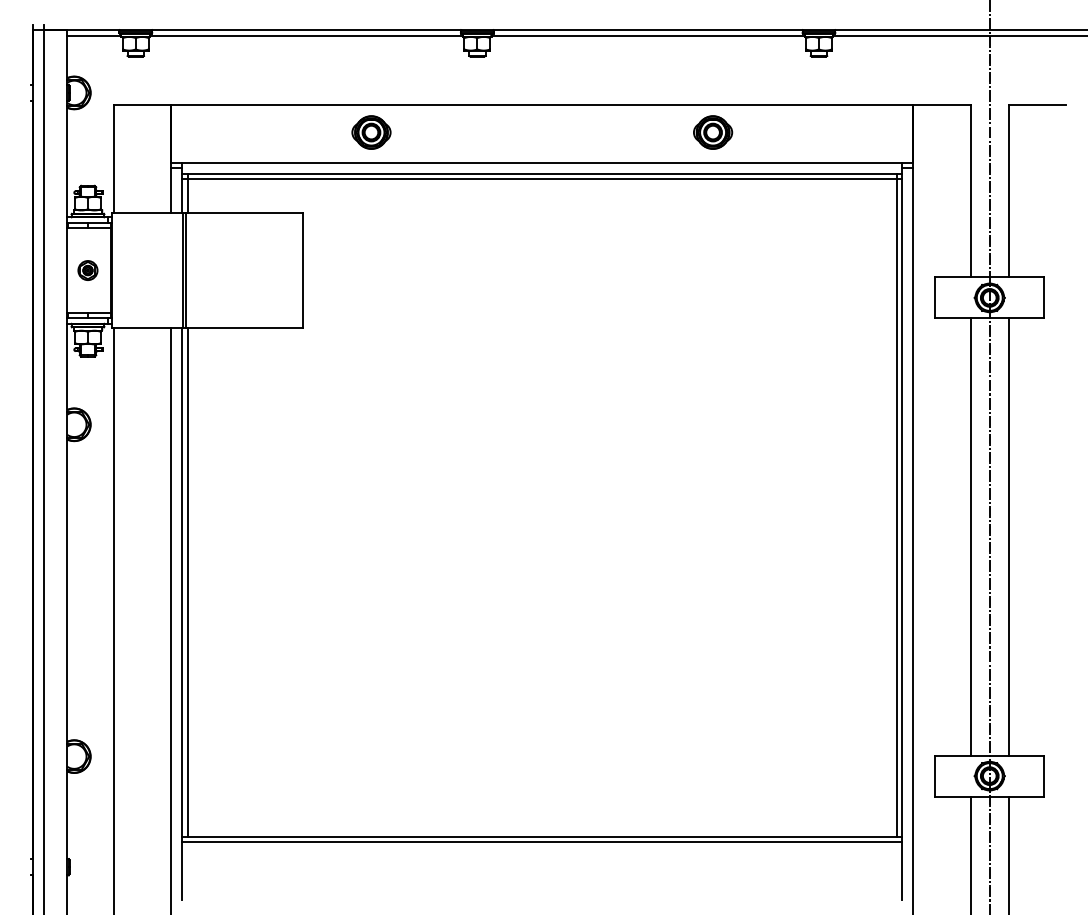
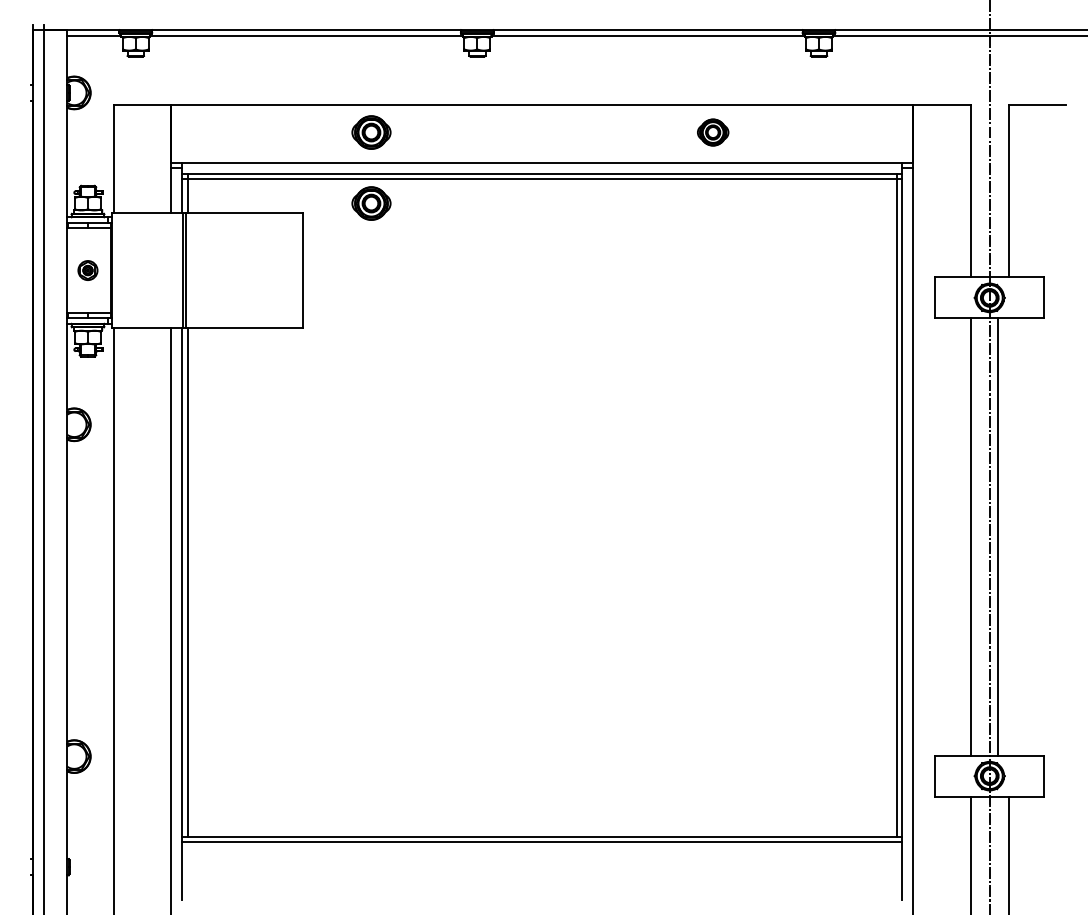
part at (713, 132) size: 41x35 px -> 33x29 px
part at (371, 203): none -> present
line at (1008, 536) position: (1008, 536) -> (997, 536)
